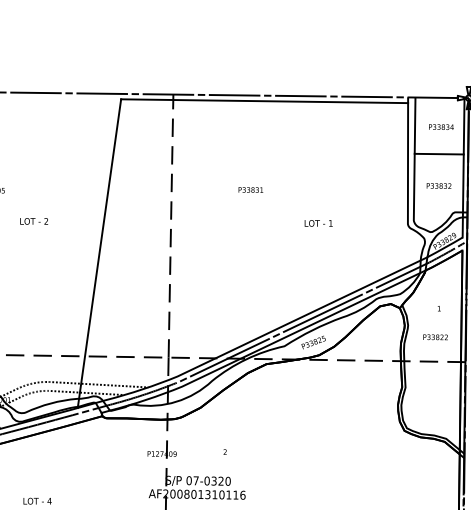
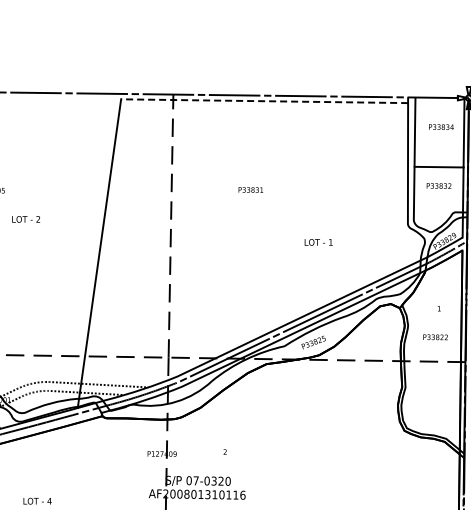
line at (264, 101): solid -> dashed
line at (438, 153) position: (438, 153) -> (438, 166)
text at (34, 221) position: (34, 221) -> (26, 219)
text at (318, 223) position: (318, 223) -> (318, 242)
